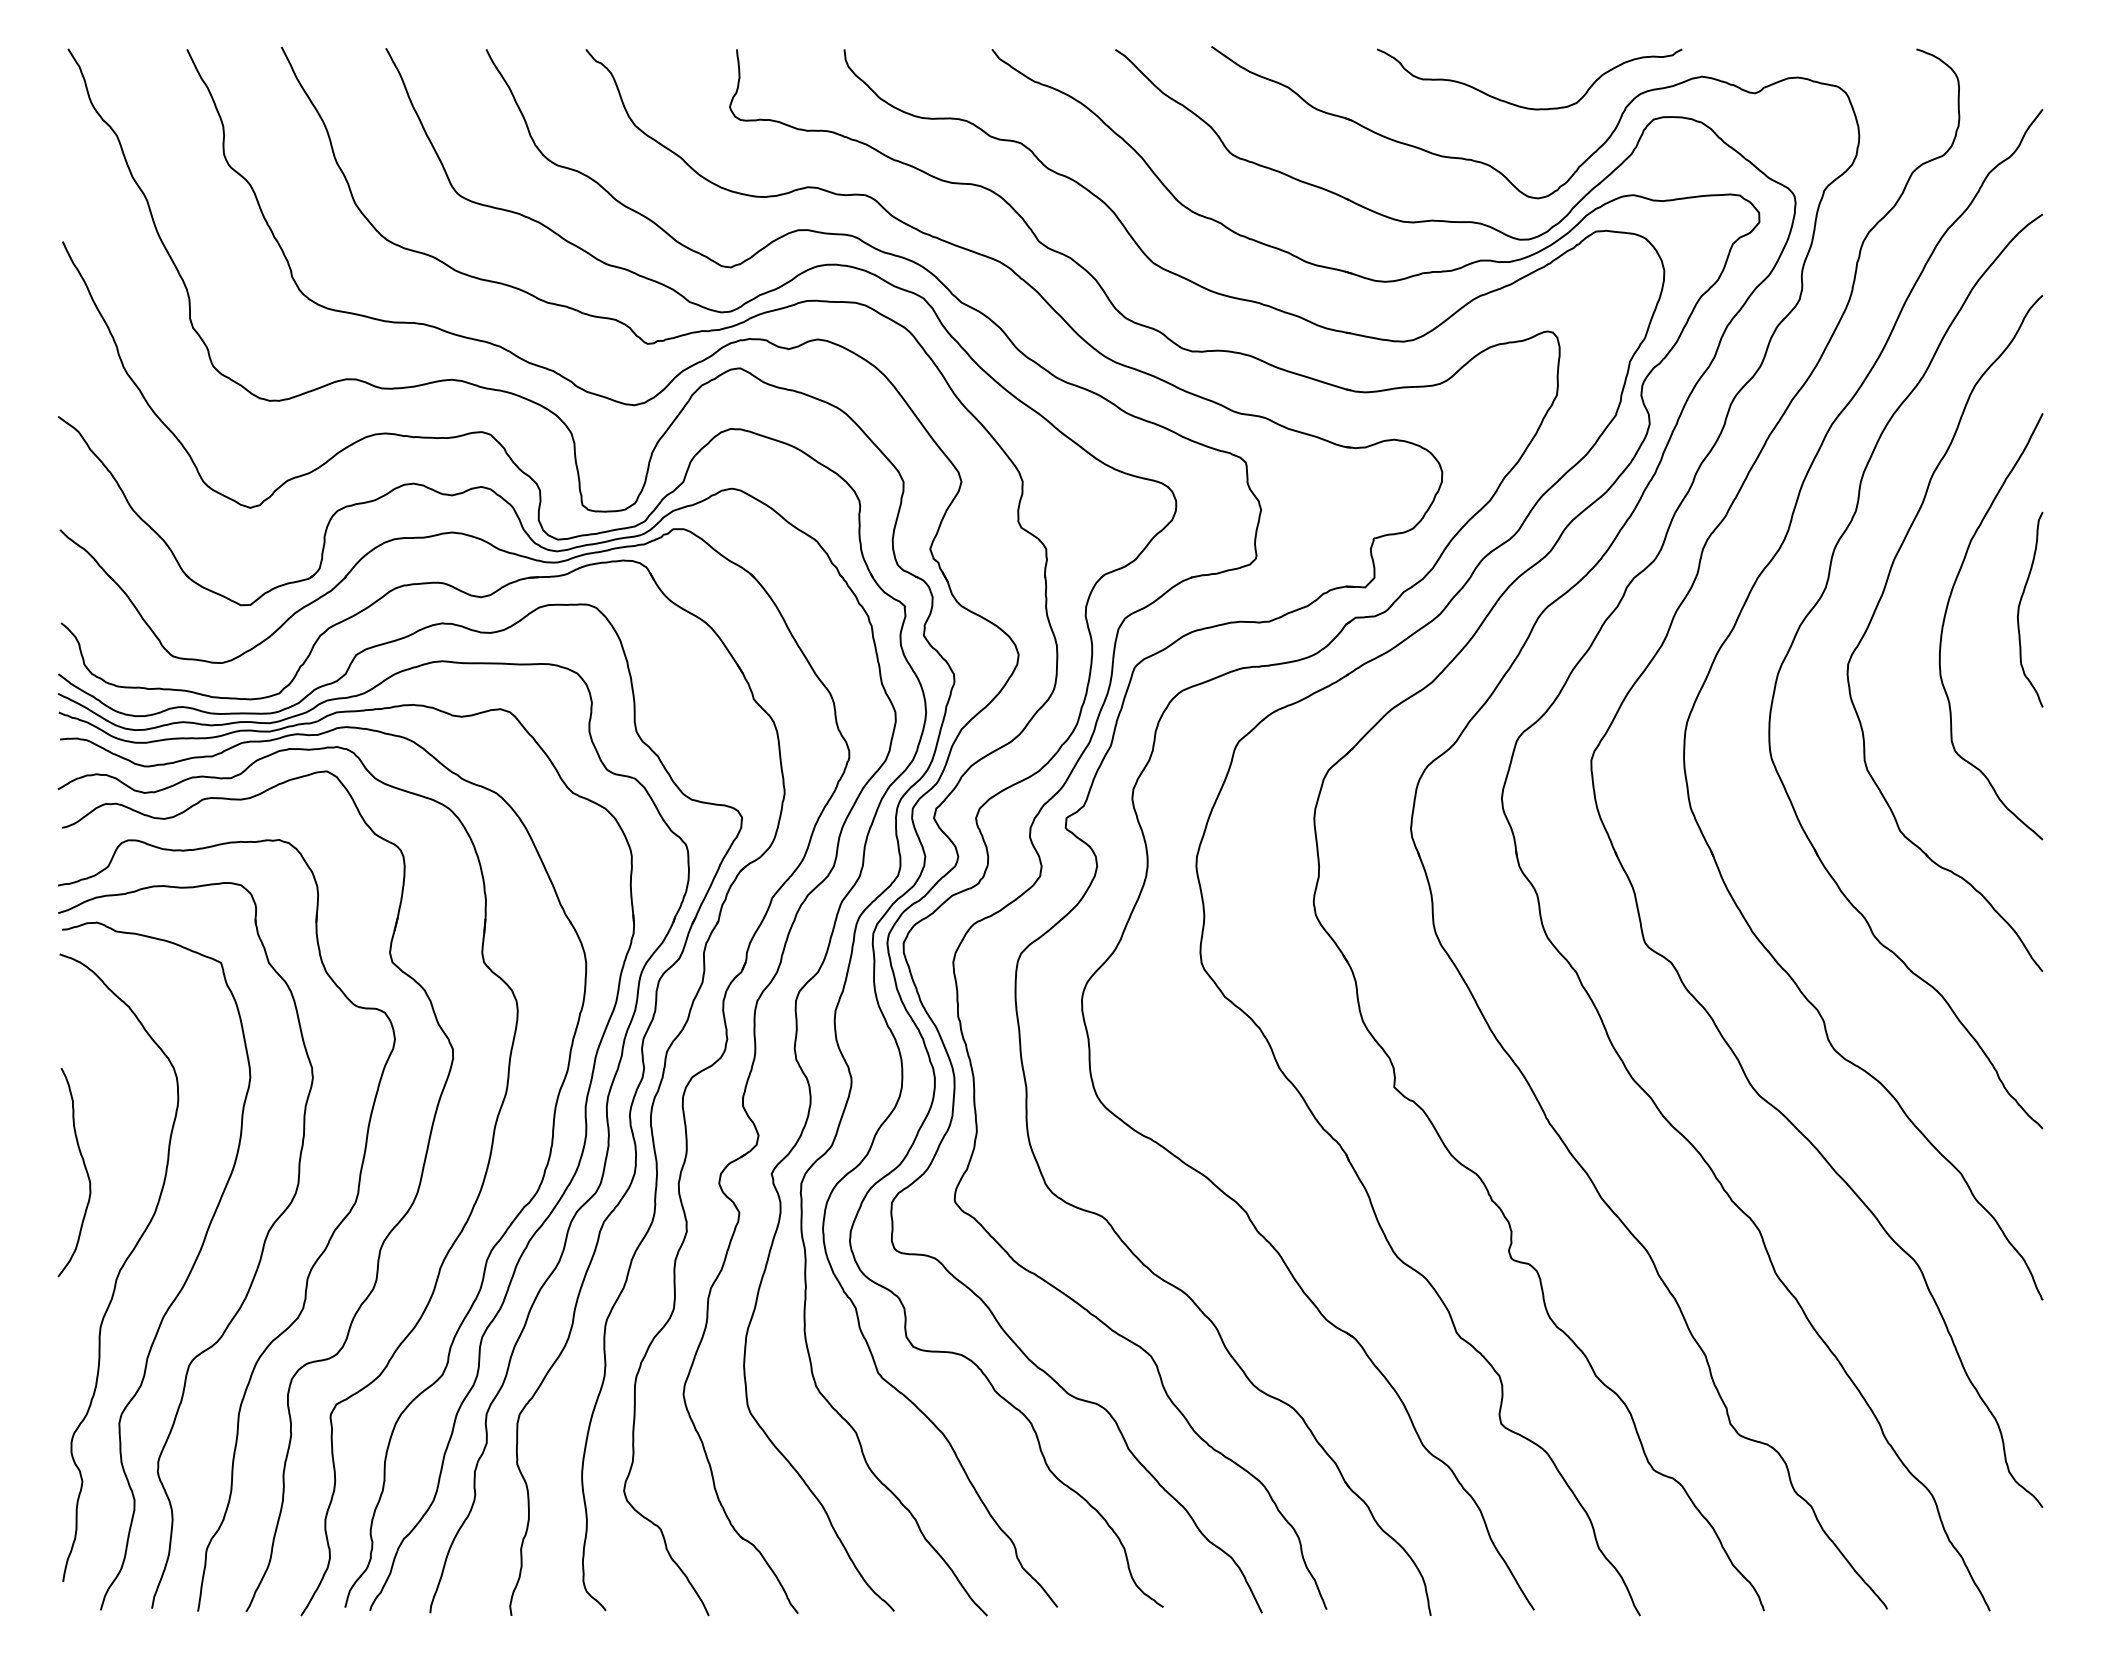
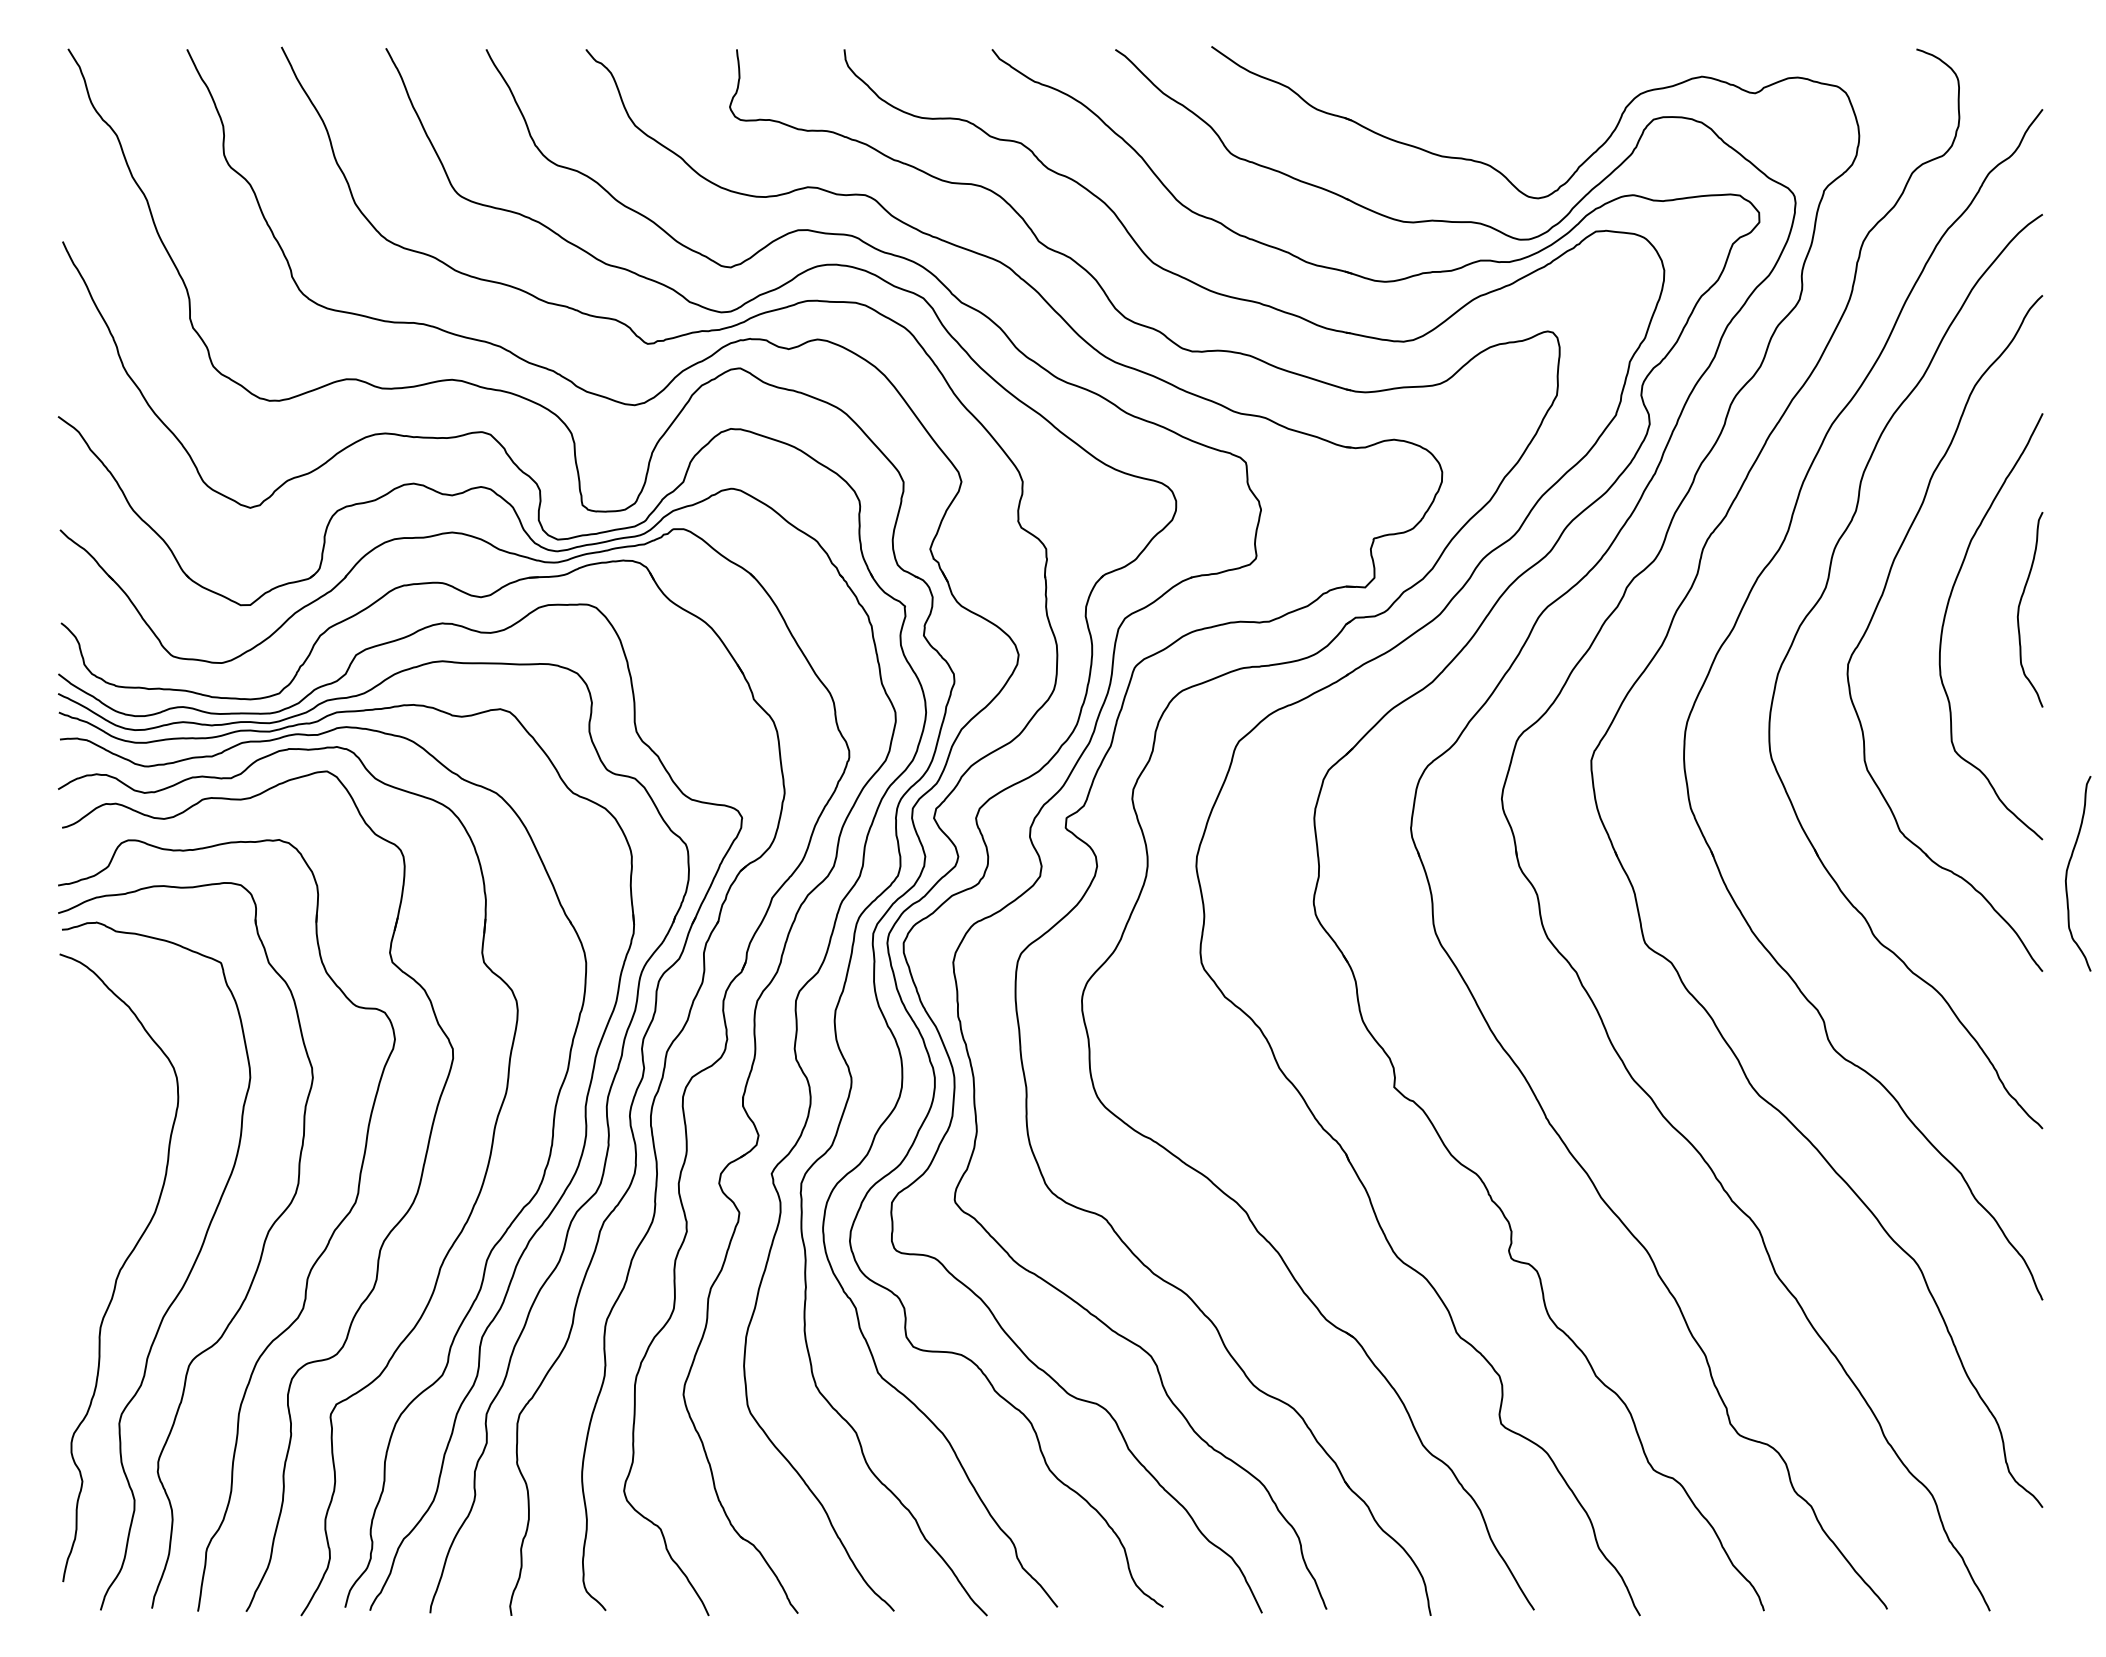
curve at (1524, 106): present -> none
curve at (2068, 869): none -> present
curve at (84, 1168): present -> none
